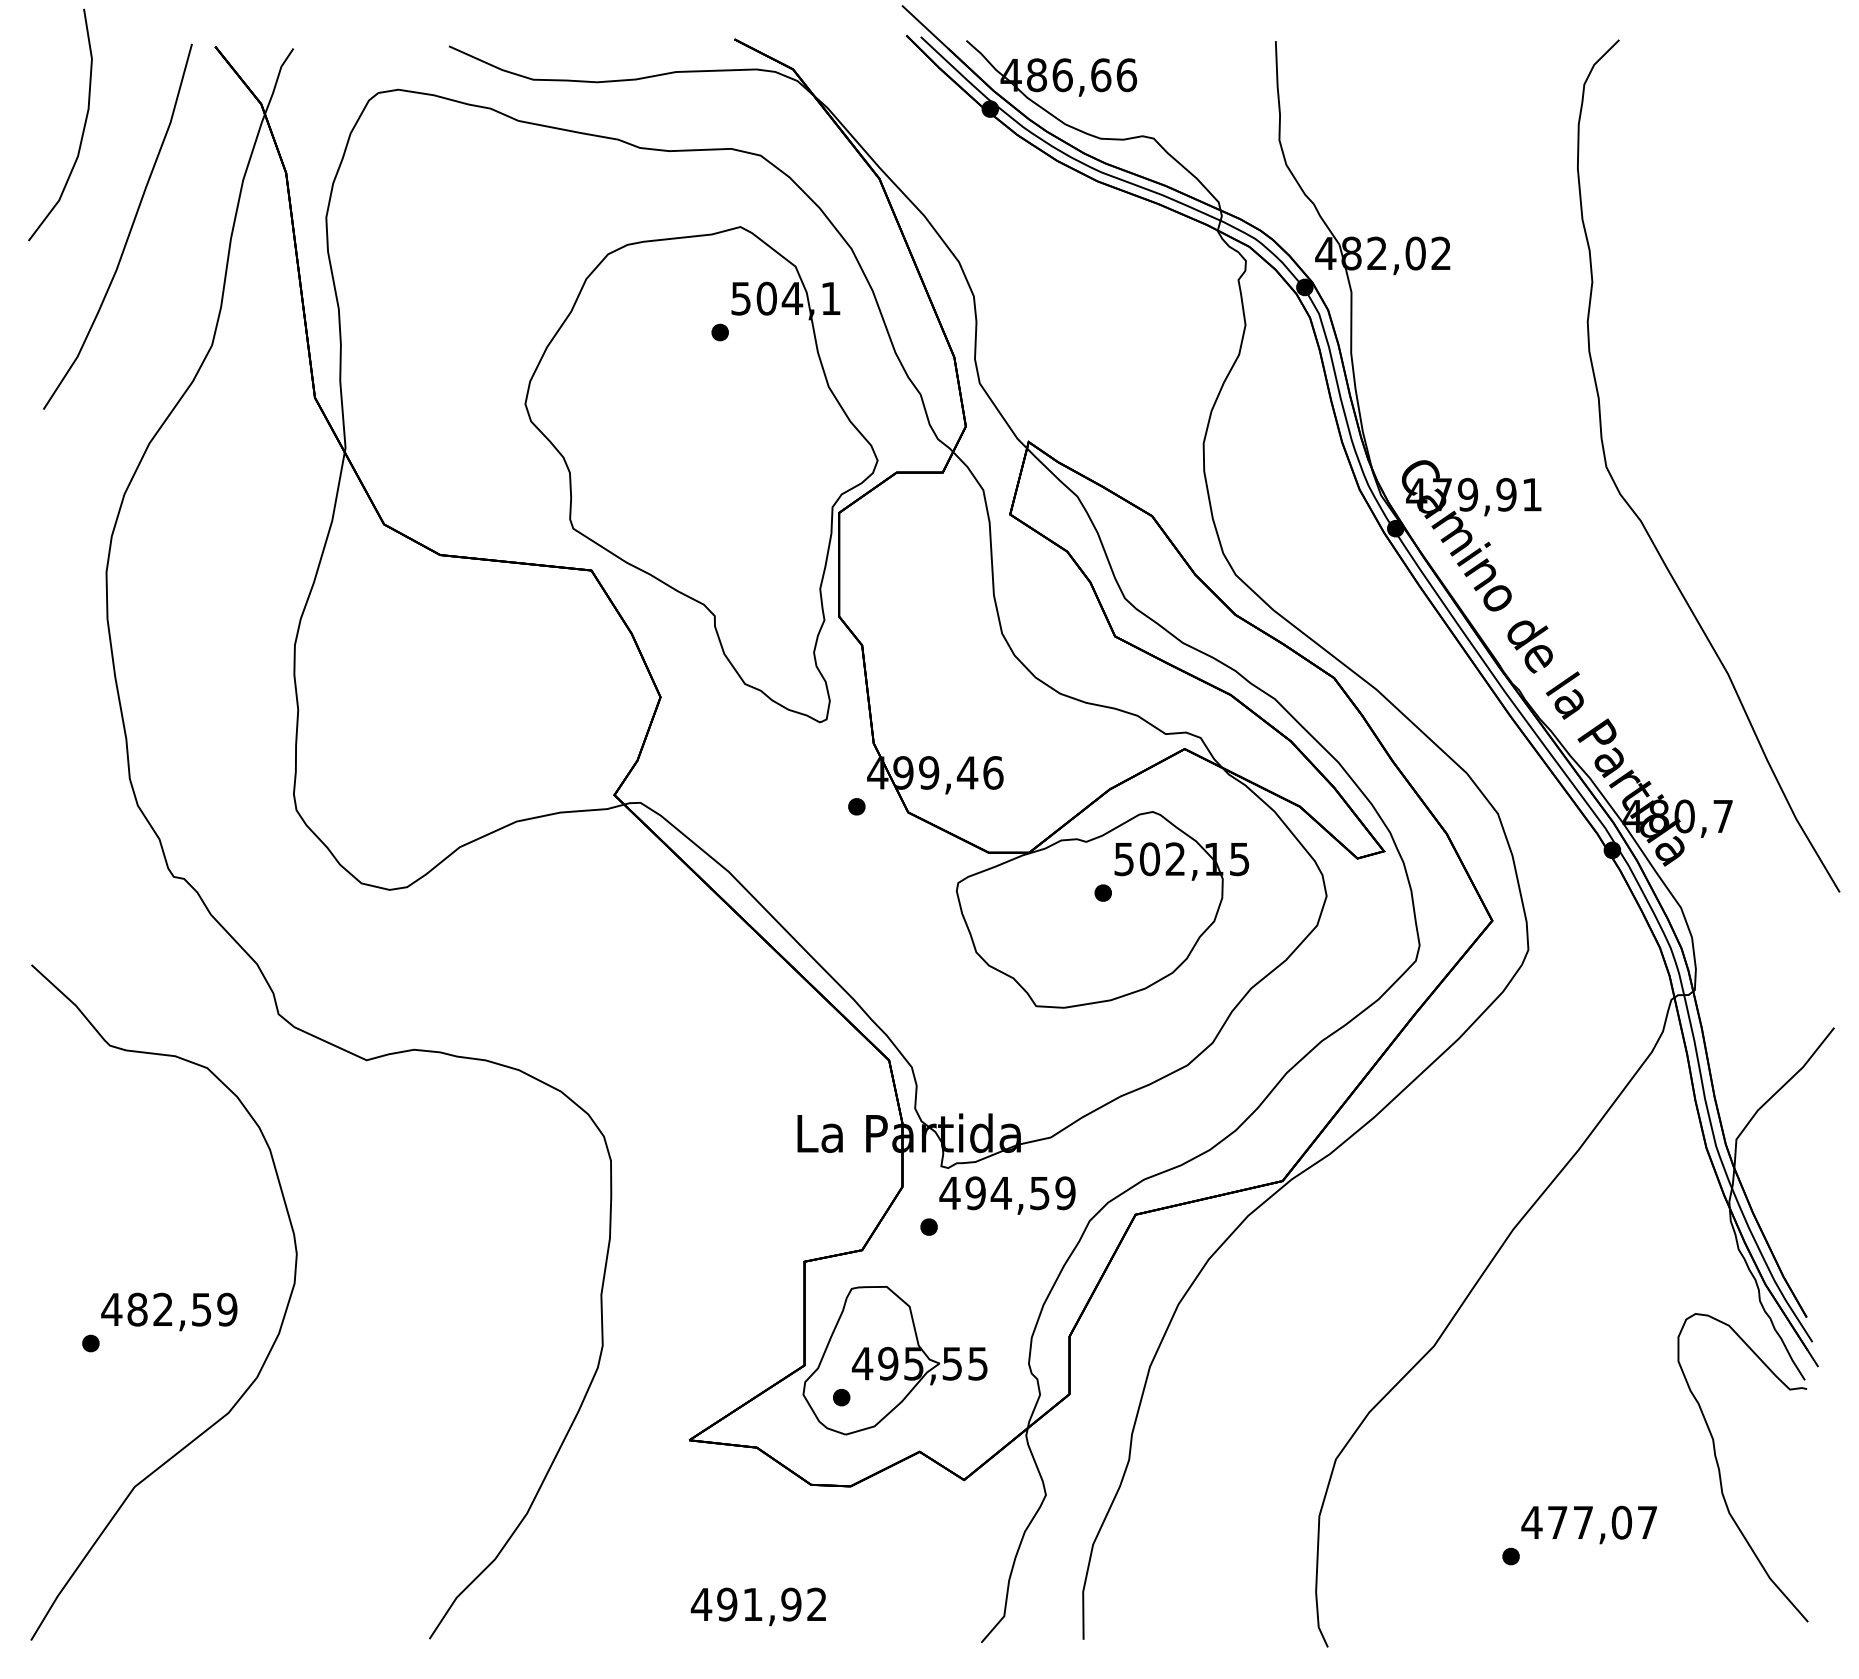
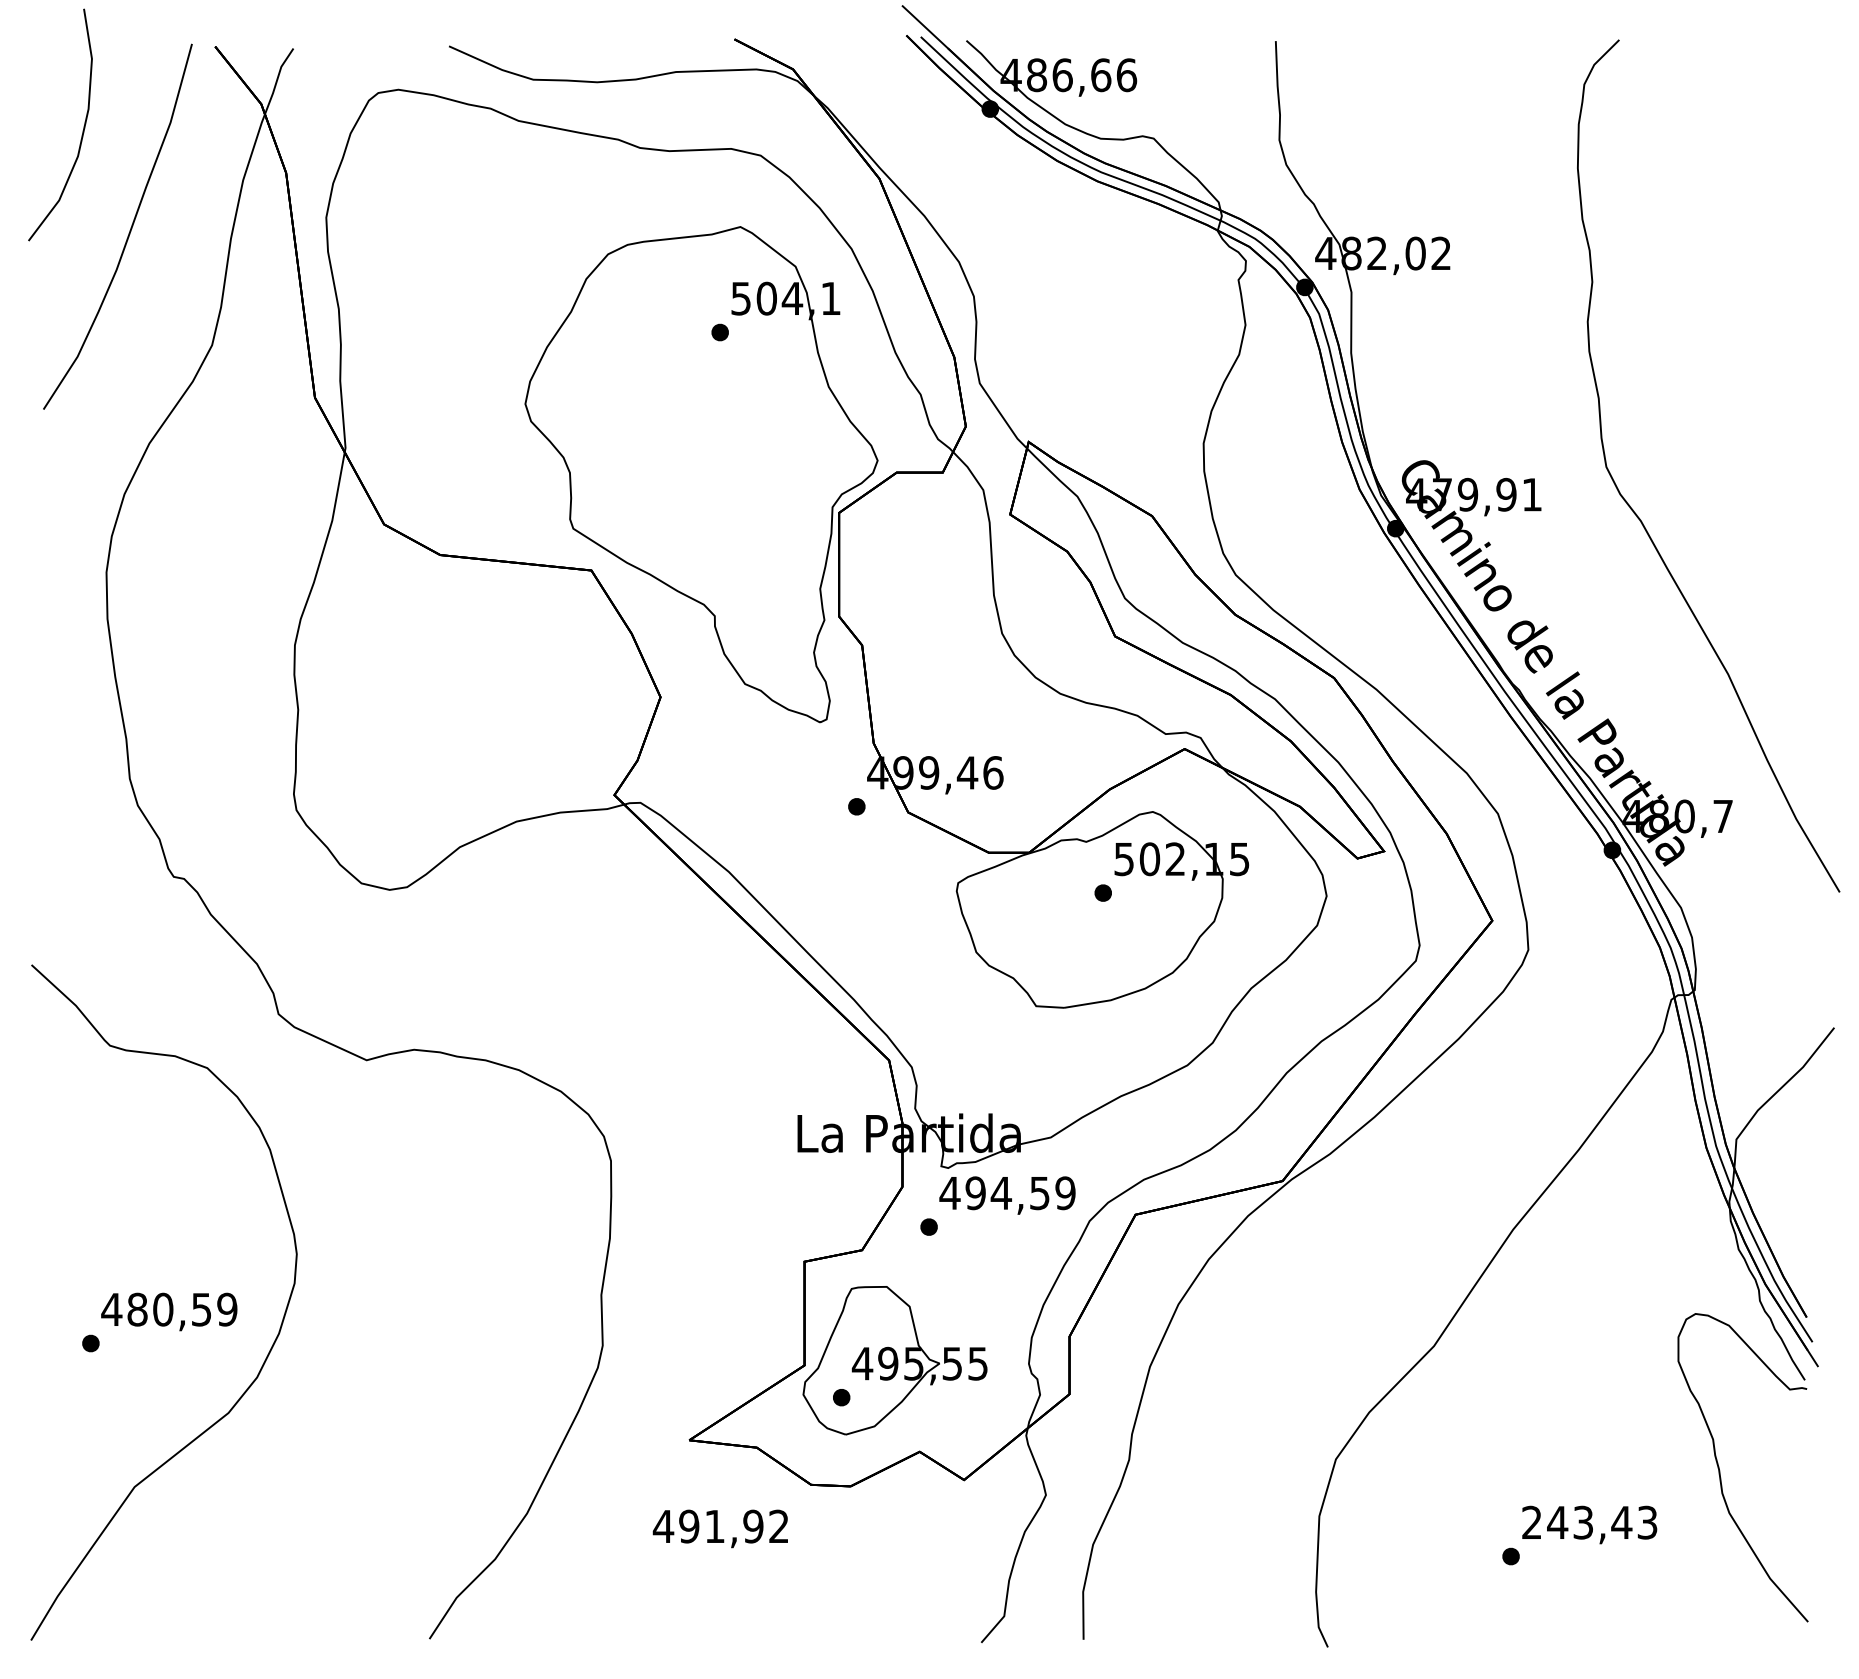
text at (163, 1309): 482,59 -> 480,59
text at (1589, 1522): 477,07 -> 243,43
text at (757, 1606) position: (757, 1606) -> (719, 1528)
